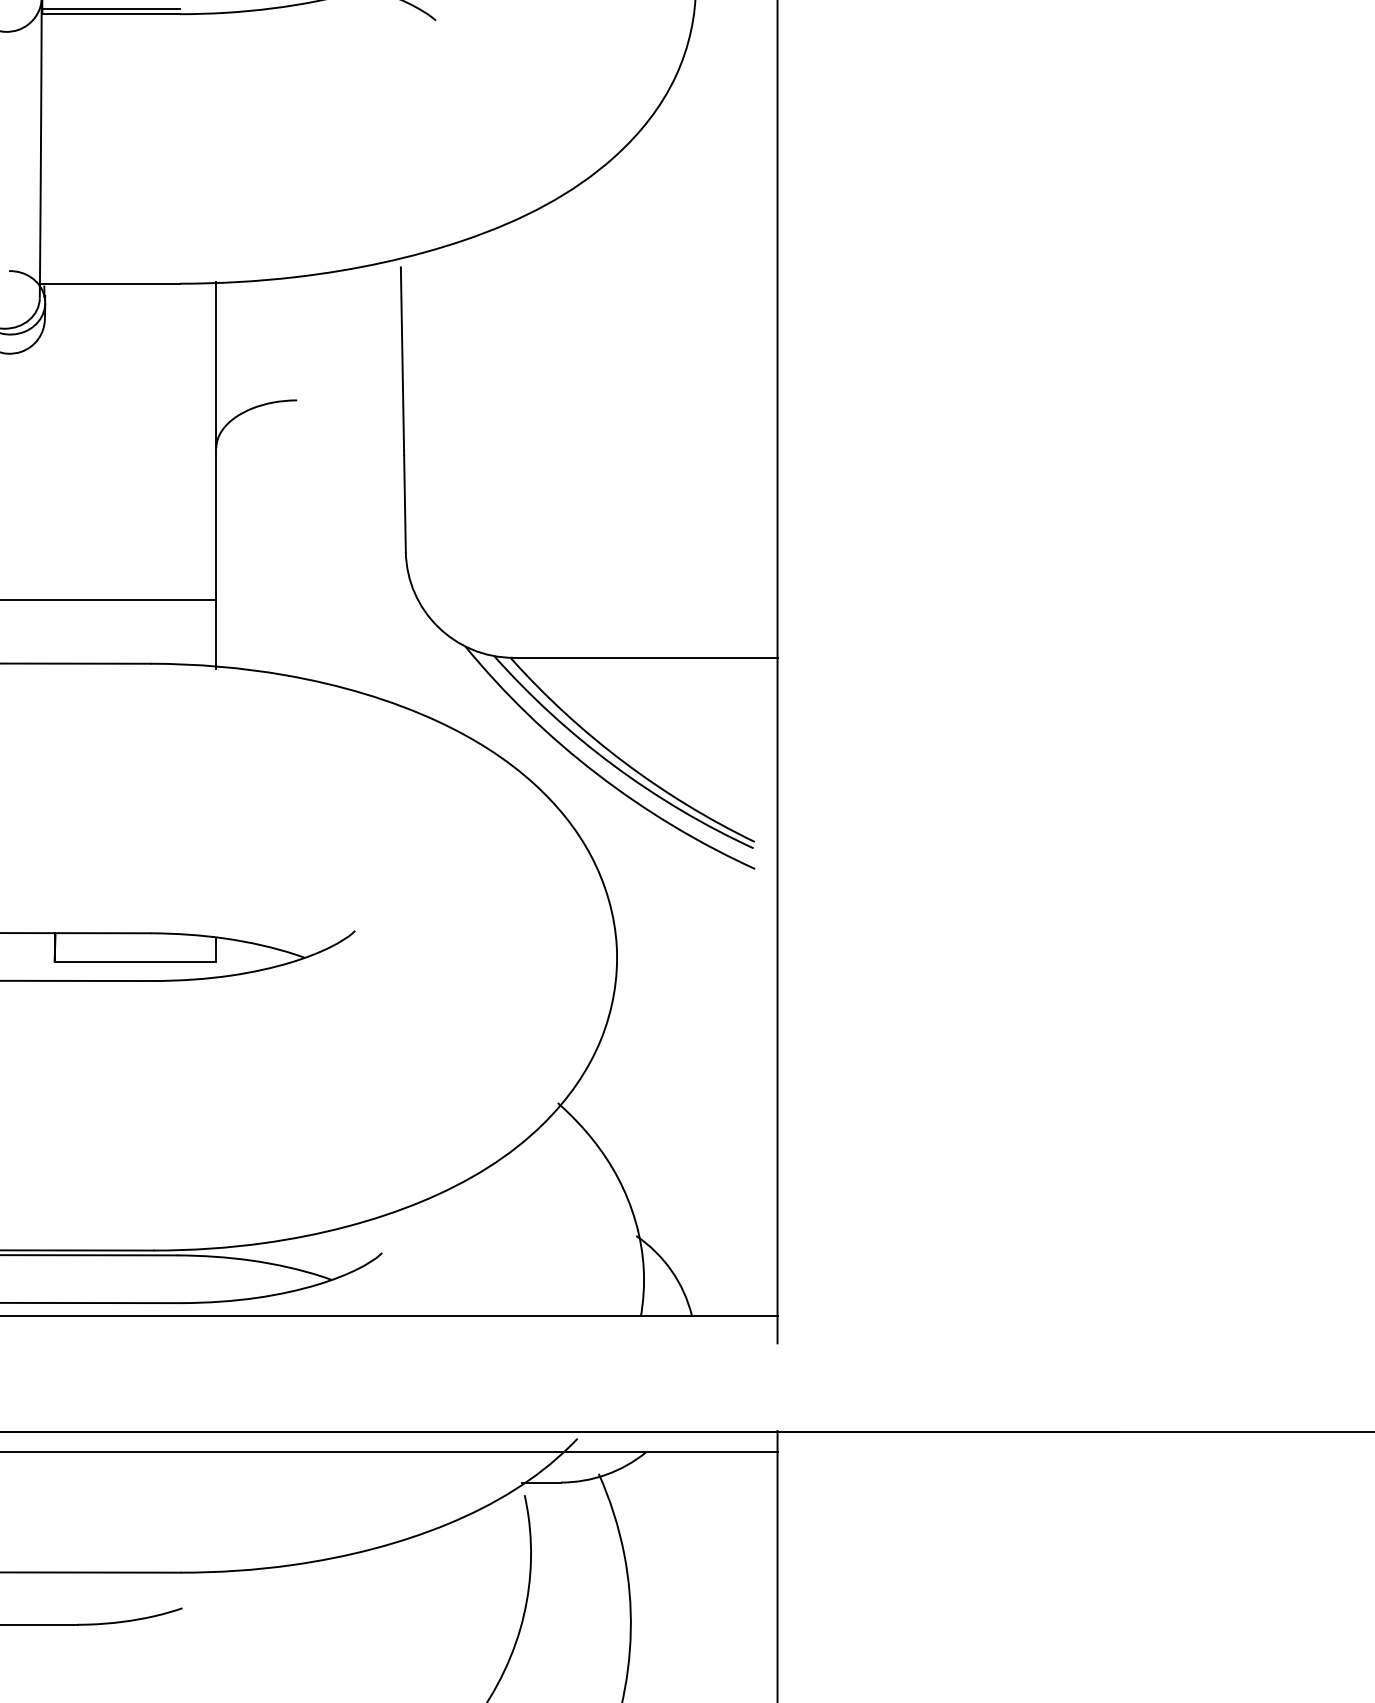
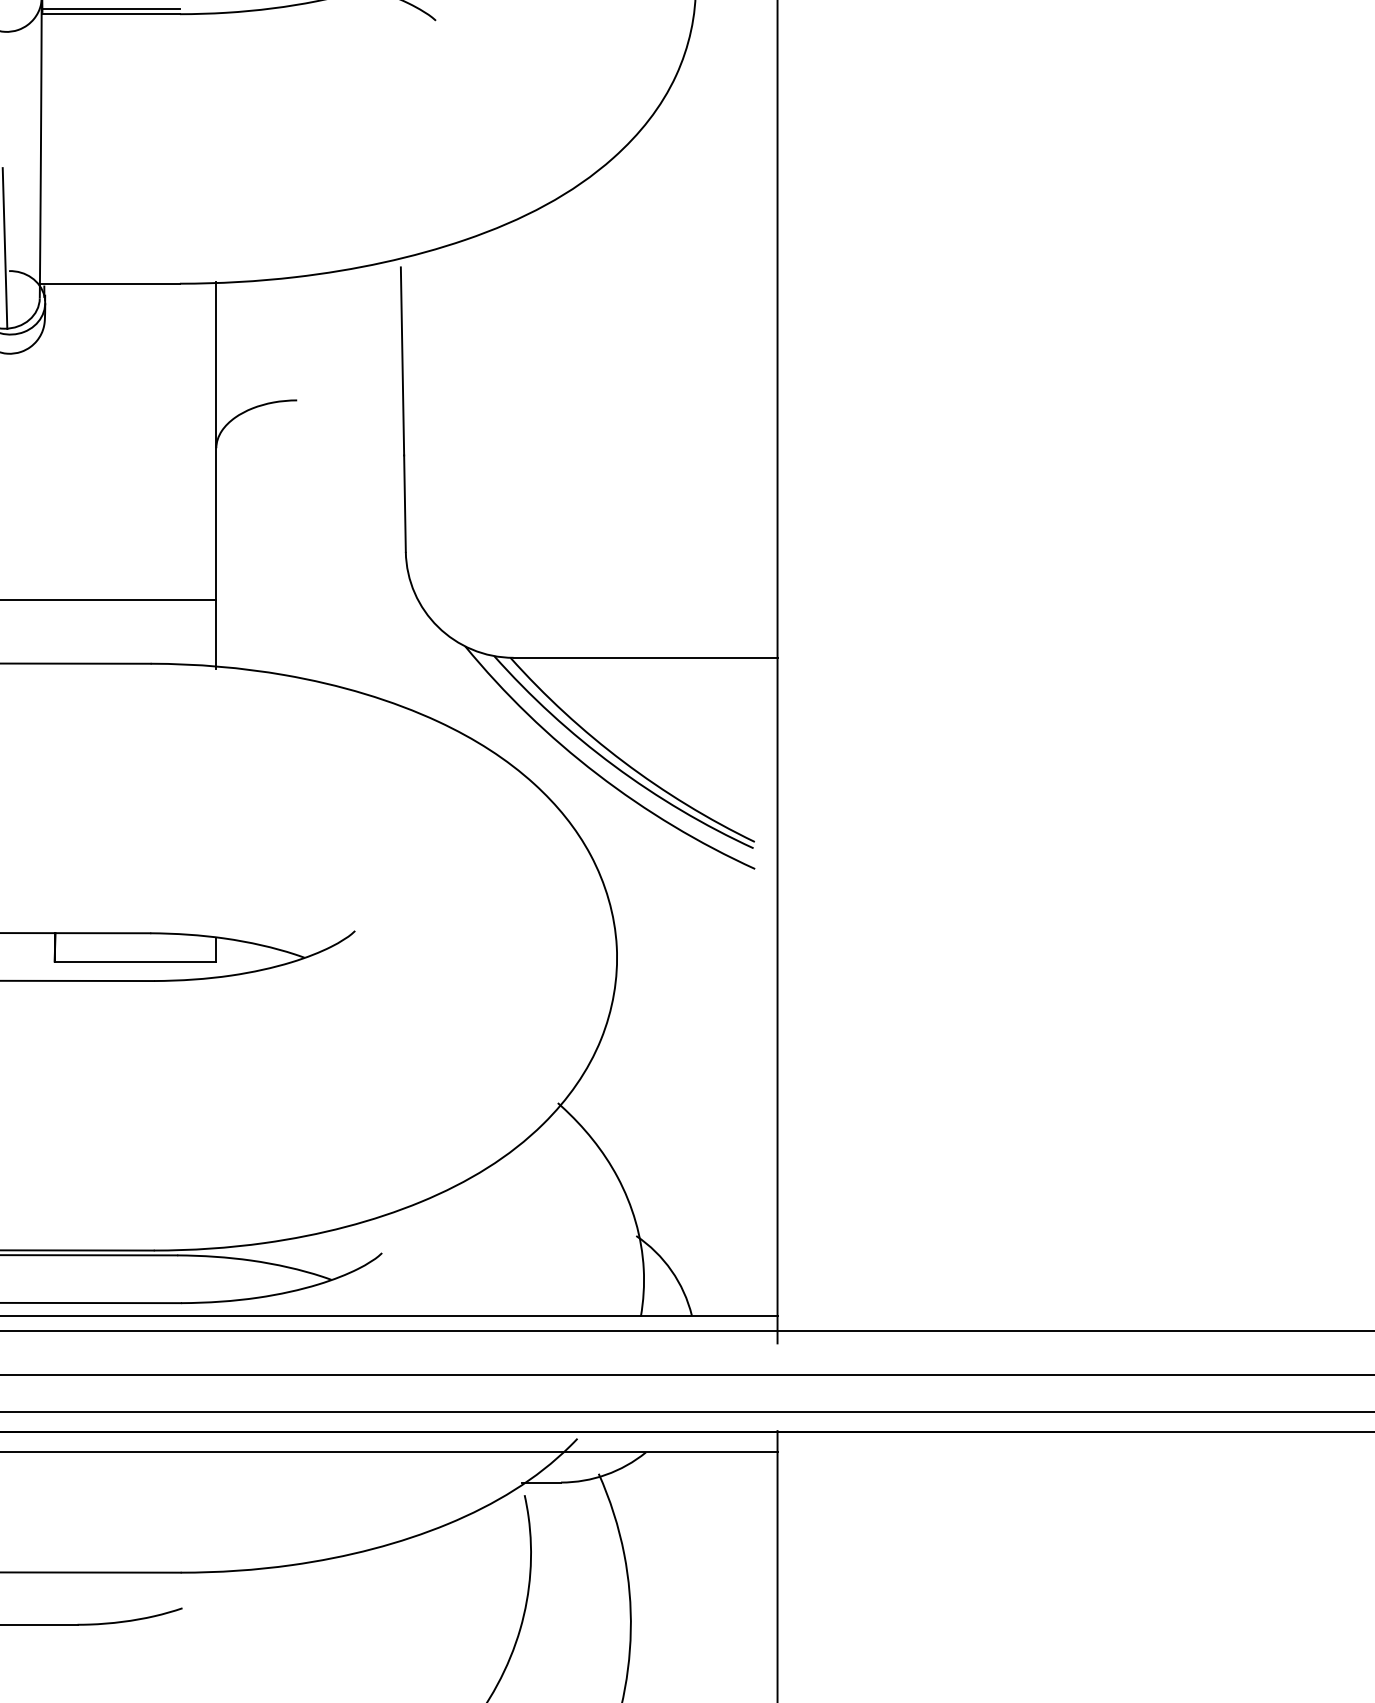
line at (4, 248): none -> present
line at (686, 1331): none -> present
line at (686, 1374): none -> present
line at (686, 1411): none -> present
